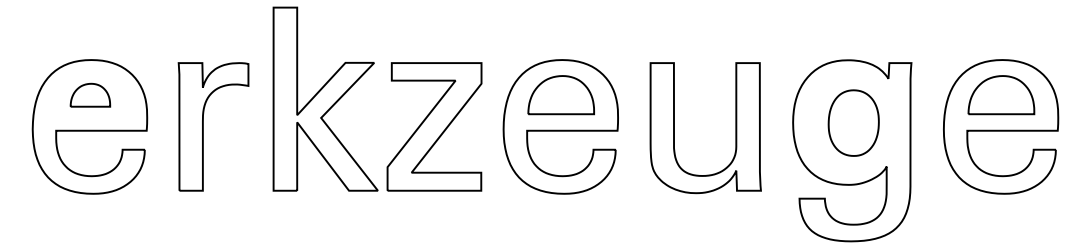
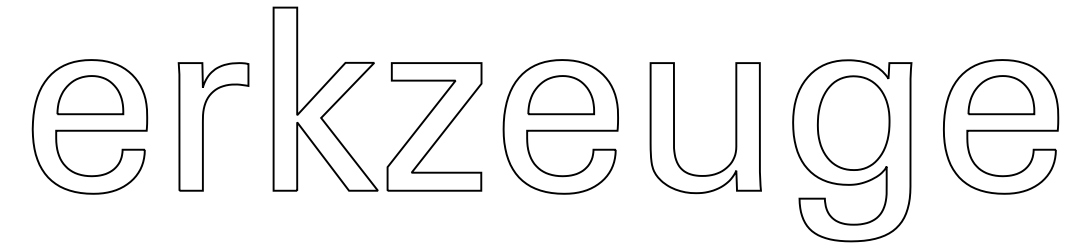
part at (90, 94) size: 43x26 px -> 69x41 px
part at (853, 122) size: 53x68 px -> 74x96 px
